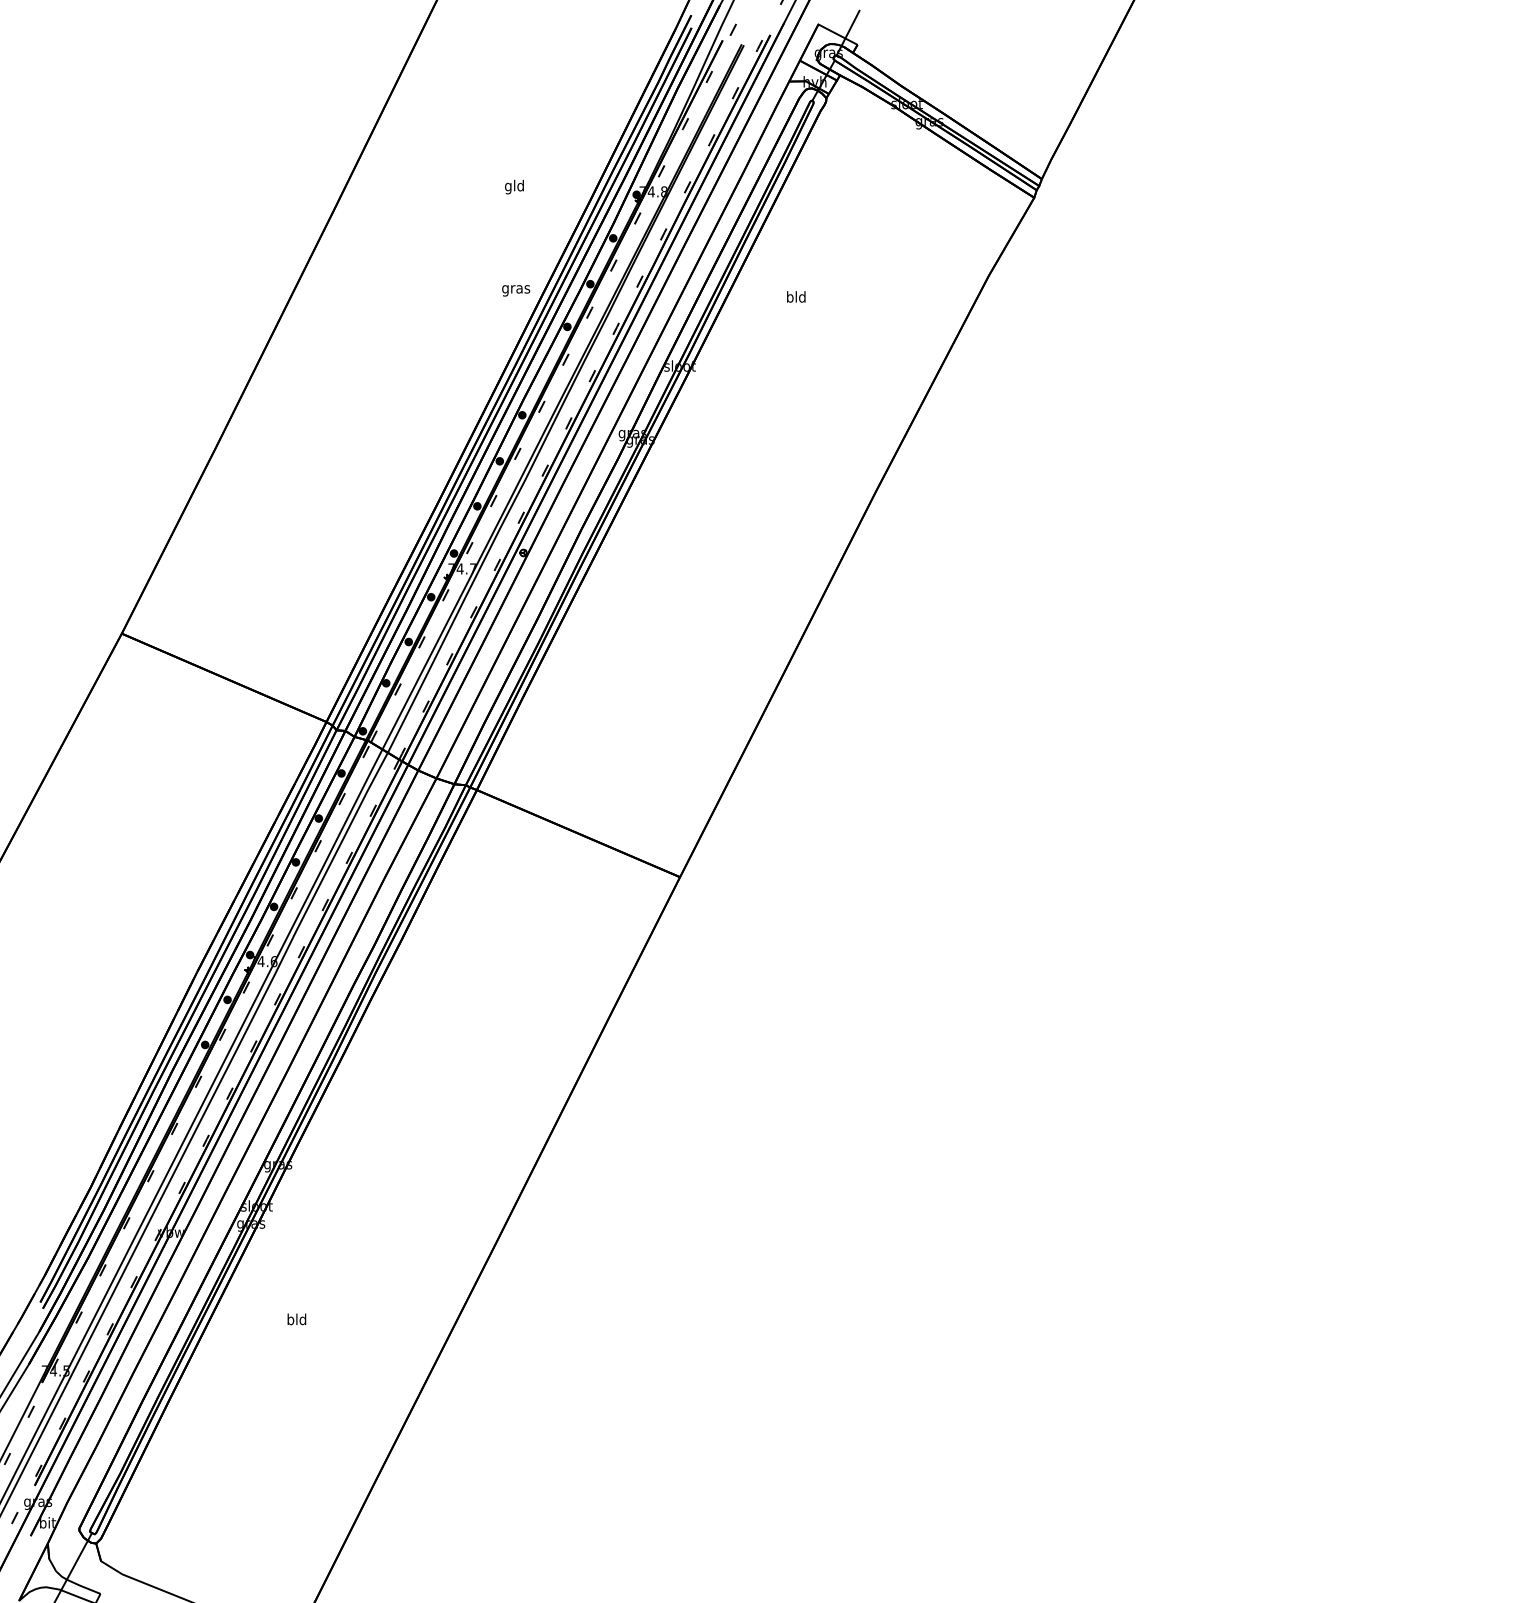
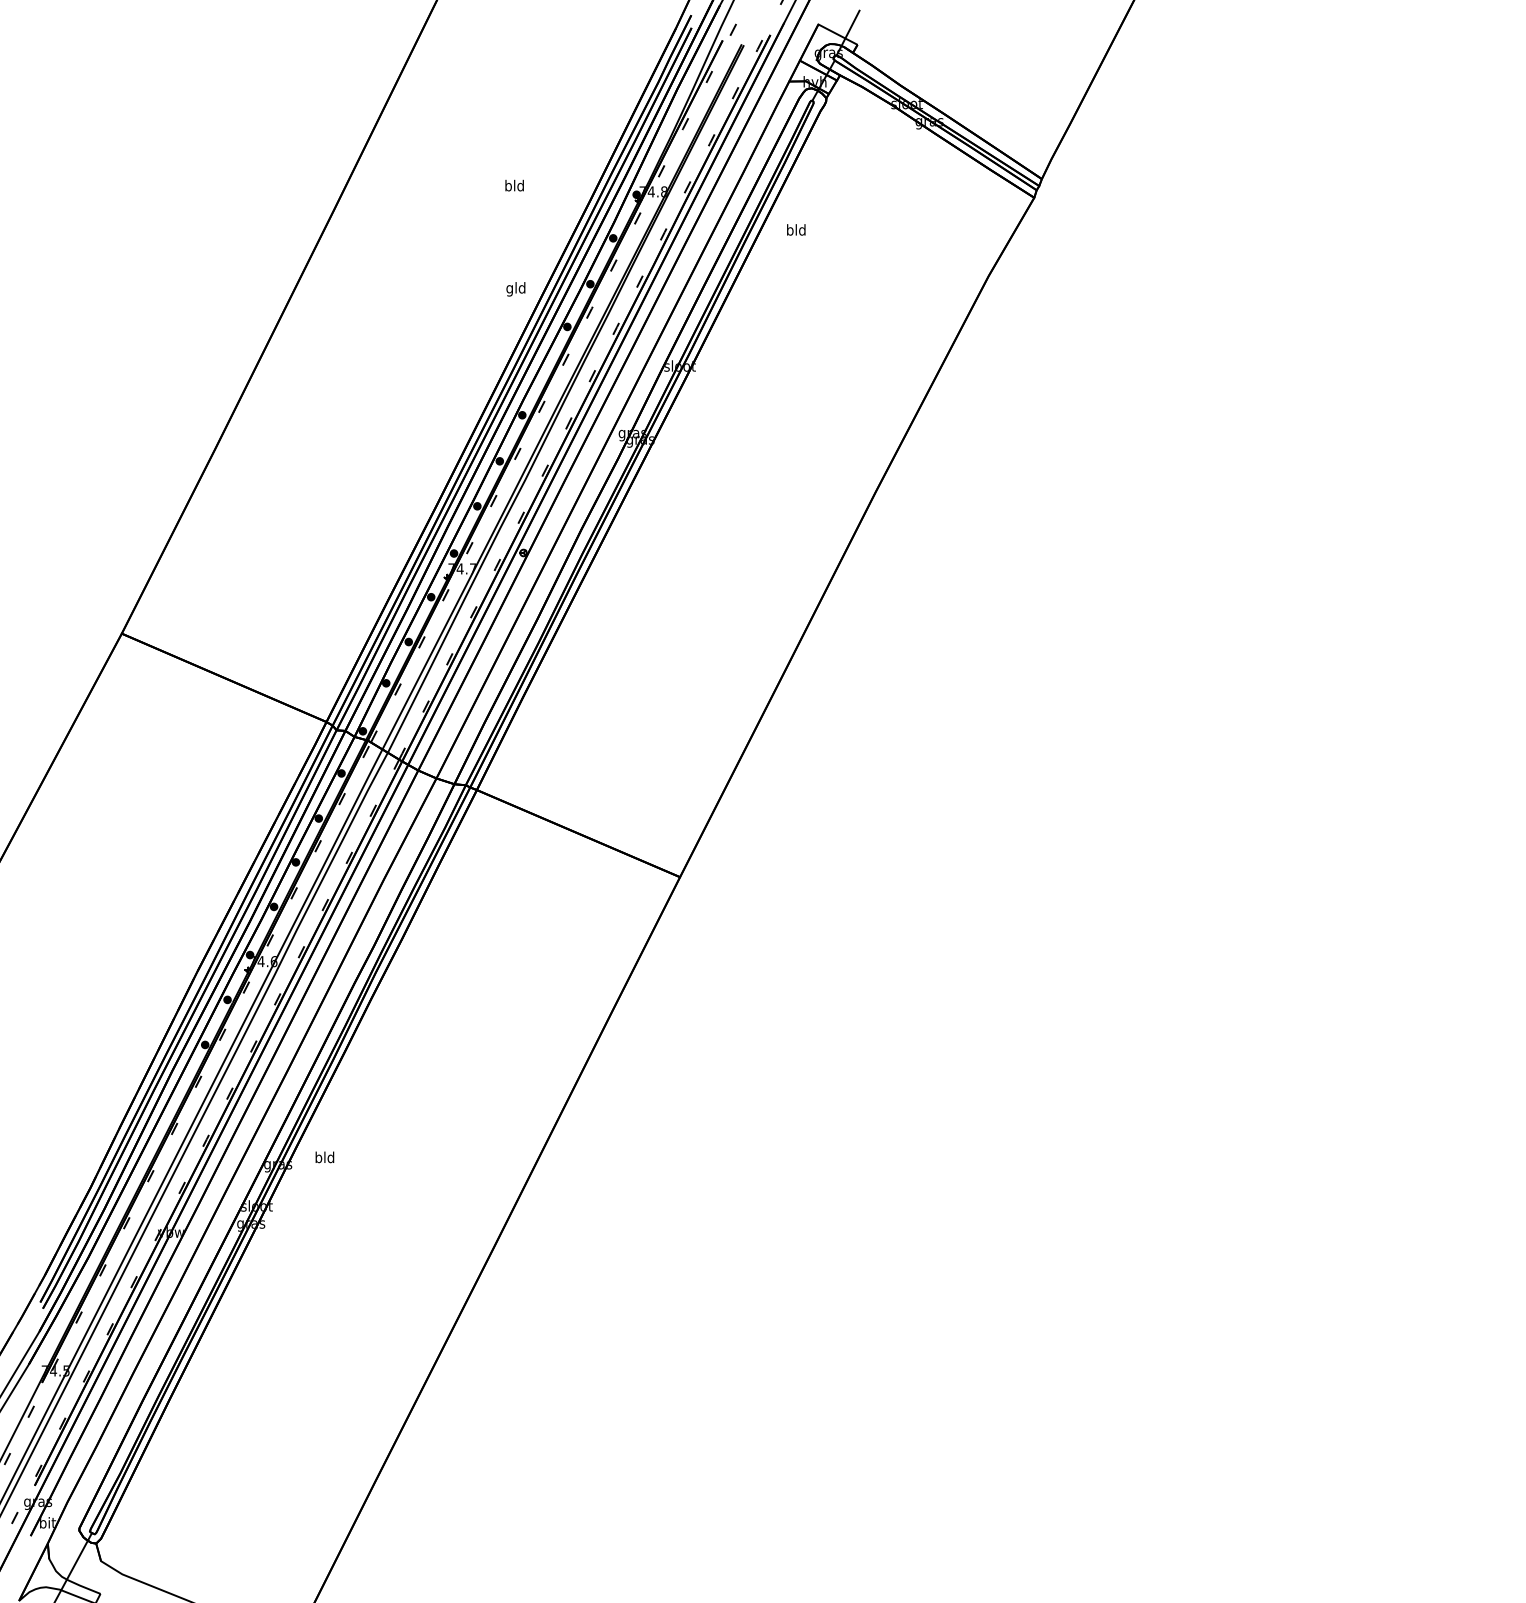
text at (508, 186): gld -> bld
text at (516, 289): gras -> gld
text at (796, 296) position: (796, 296) -> (796, 229)
text at (296, 1319) position: (296, 1319) -> (324, 1157)
